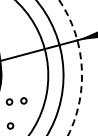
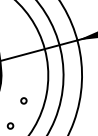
arc at (81, 68): dashed -> solid
part at (9, 101): present -> none
